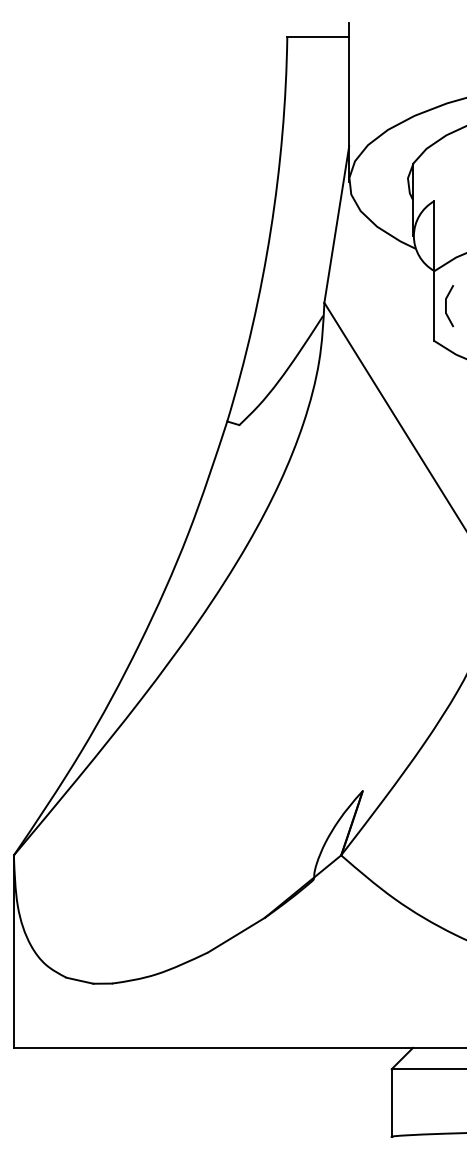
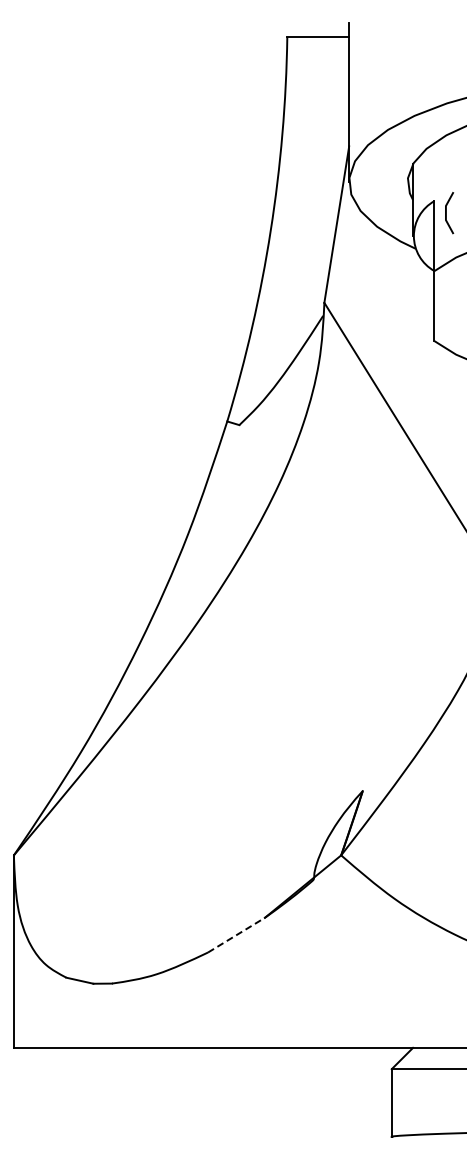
line at (446, 306) position: (446, 306) -> (446, 213)
line at (236, 934): solid -> dashed
